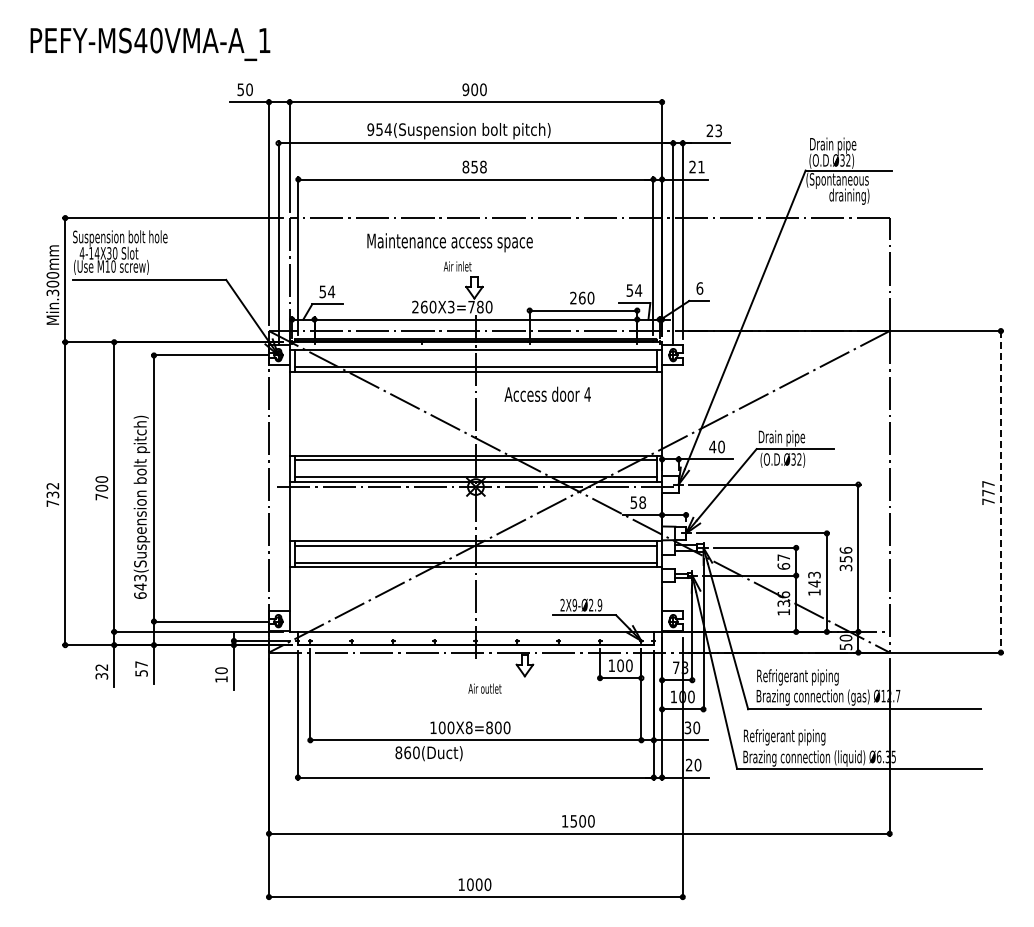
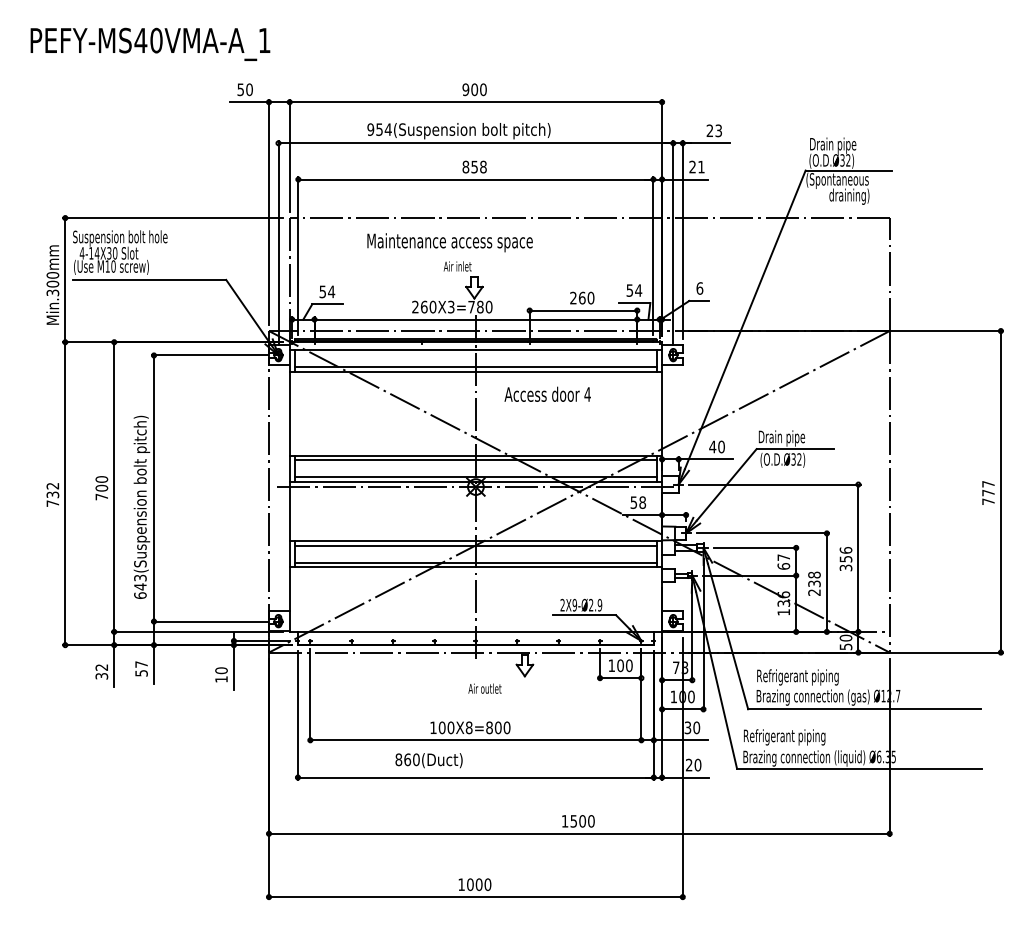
line at (1000, 491): dashed -> solid
text at (814, 583): 143 -> 238
text at (428, 753) position: (428, 753) -> (428, 760)
